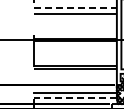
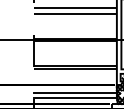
line at (75, 8): dashed -> solid
line at (75, 97): dashed -> solid
